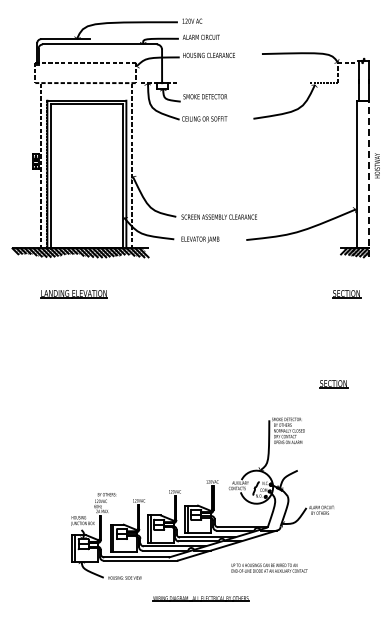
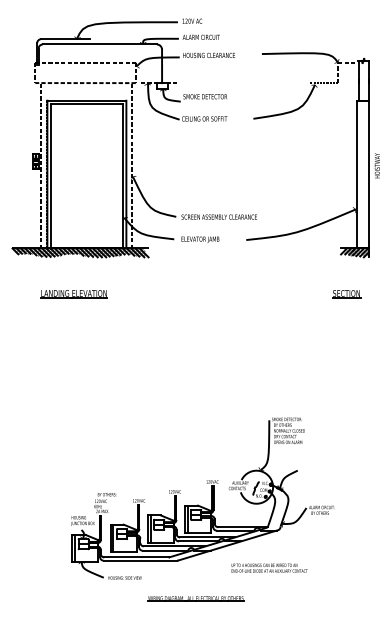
line at (368, 178): dashed -> solid
part at (333, 384): present -> none
part at (200, 598) position: (200, 598) -> (195, 598)
